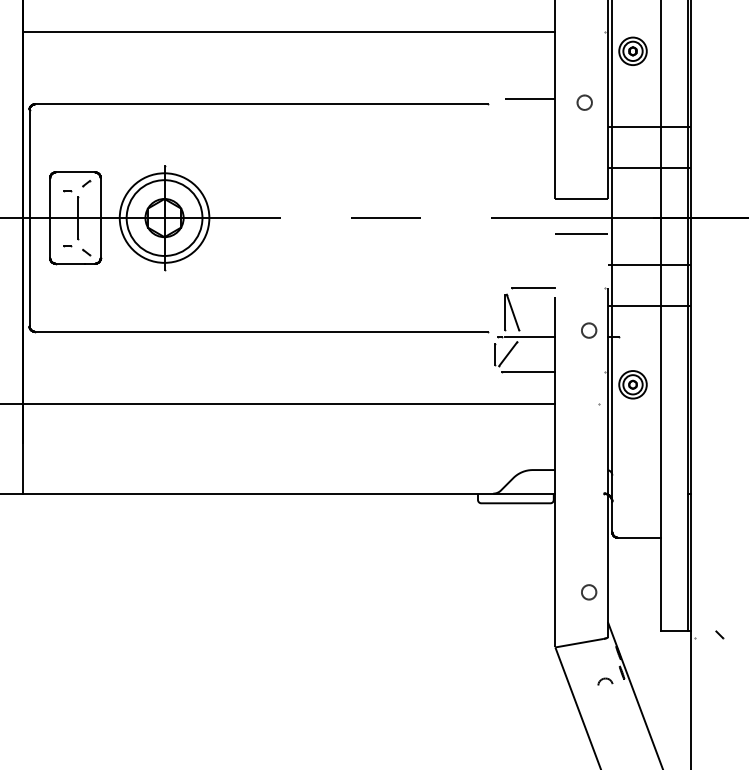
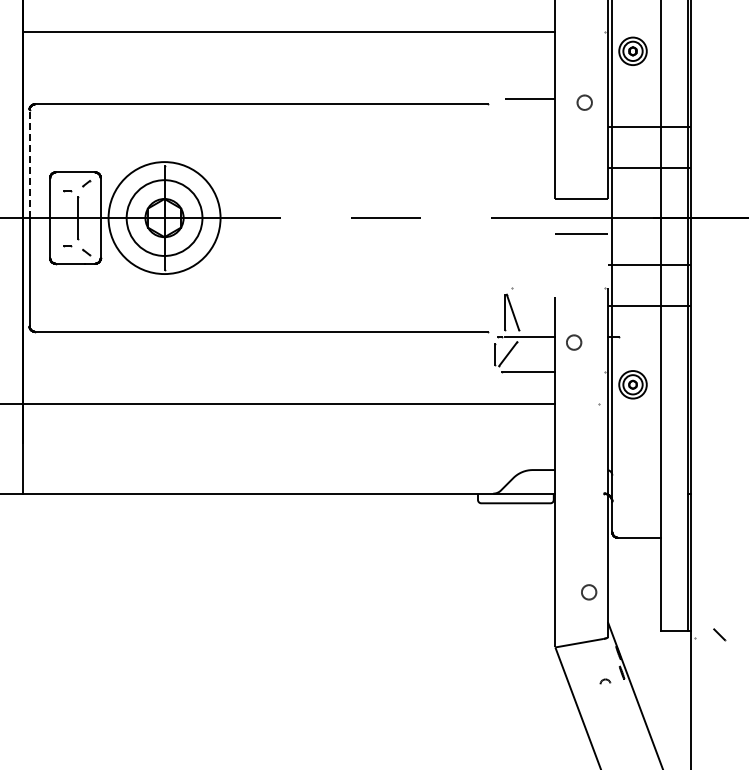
line at (29, 163): solid -> dashed
circle at (164, 217) diameter: 90 px -> 112 px
line at (533, 288): present -> none
circle at (589, 330) position: (589, 330) -> (574, 342)
part at (719, 634) size: 10x10 px -> 14x14 px
part at (605, 681) size: 17x9 px -> 13x7 px
